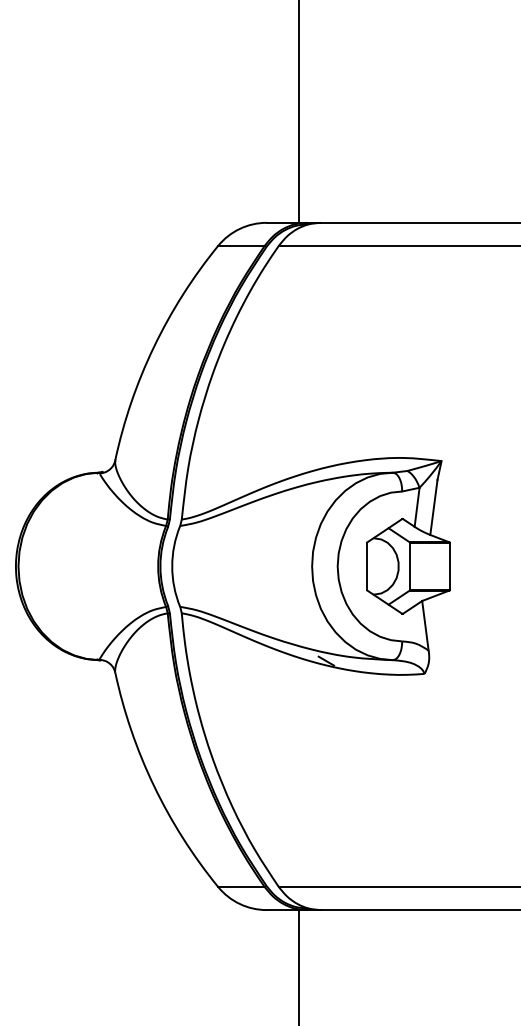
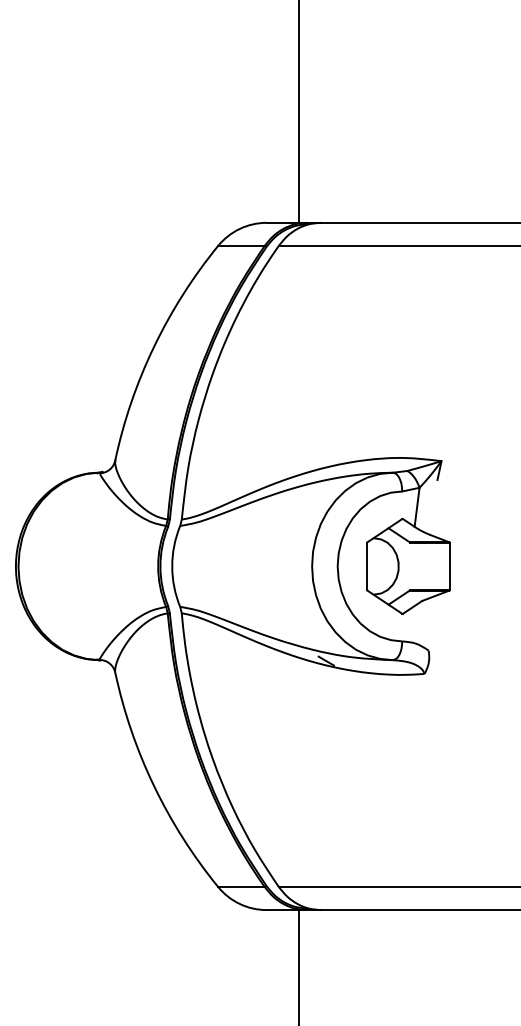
line at (433, 506): present -> none
line at (410, 566): present -> none
line at (425, 625): present -> none
